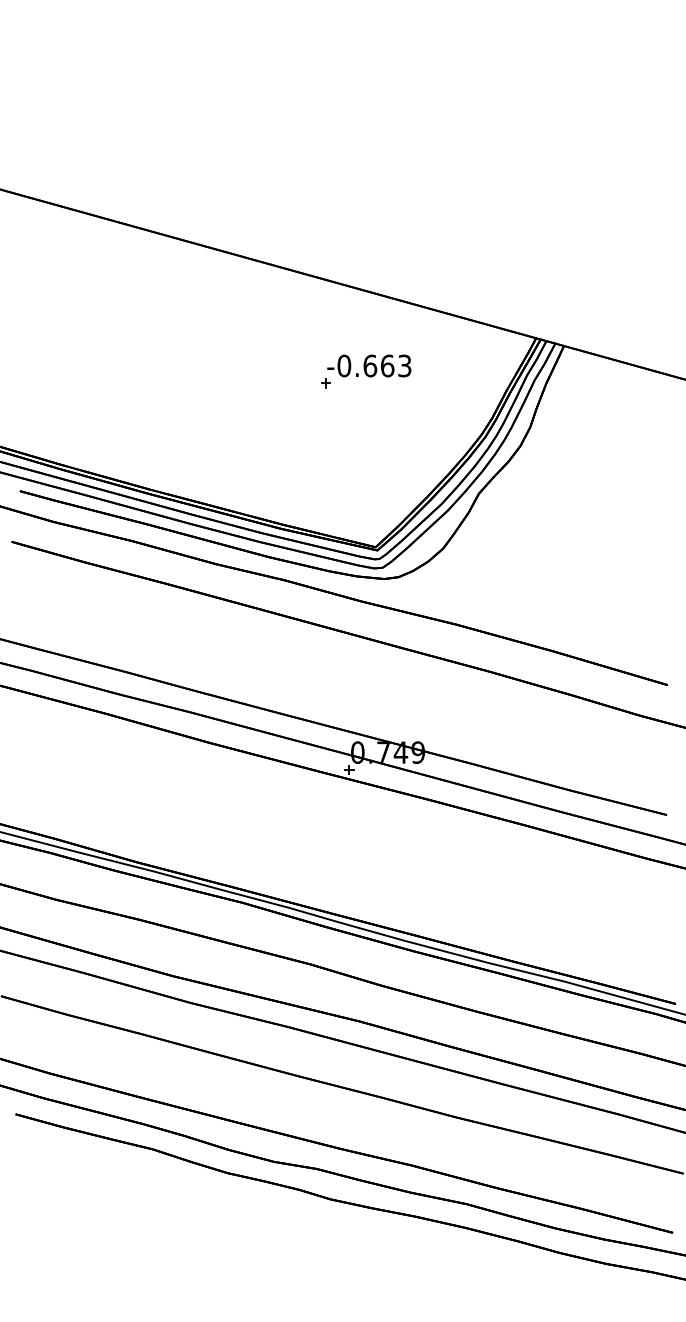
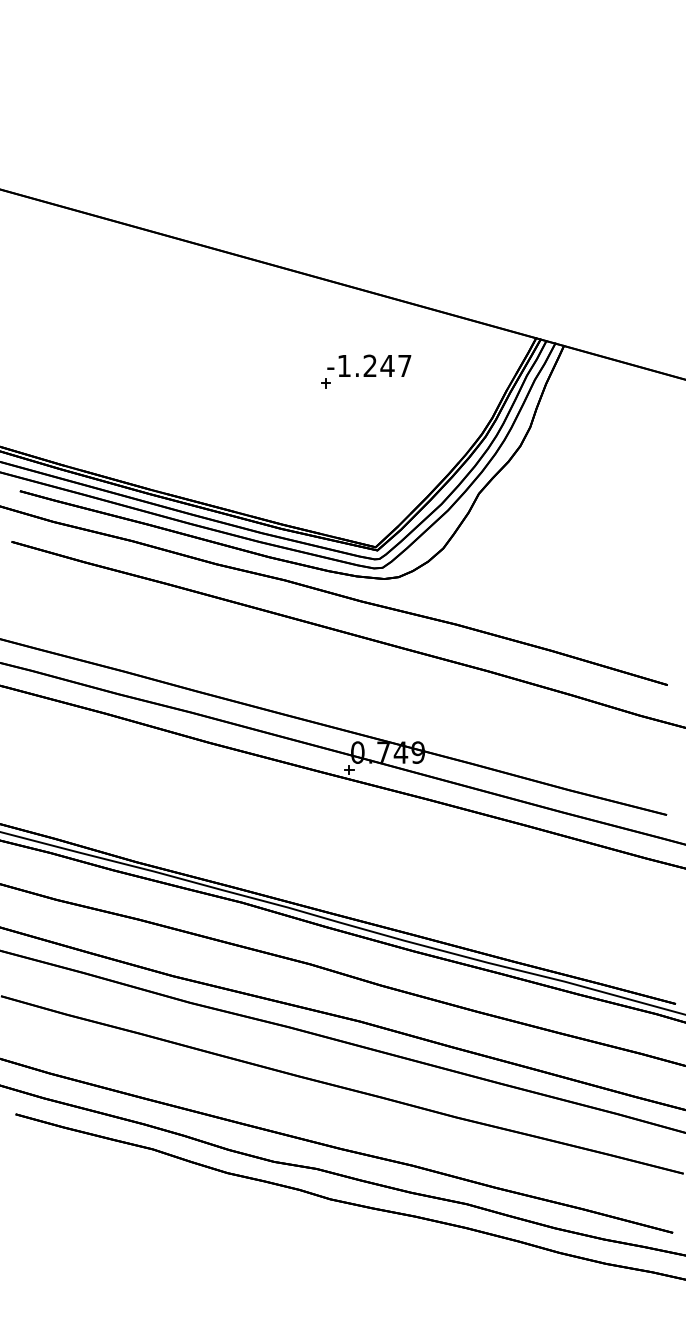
text at (374, 365): -0.663 -> -1.247
